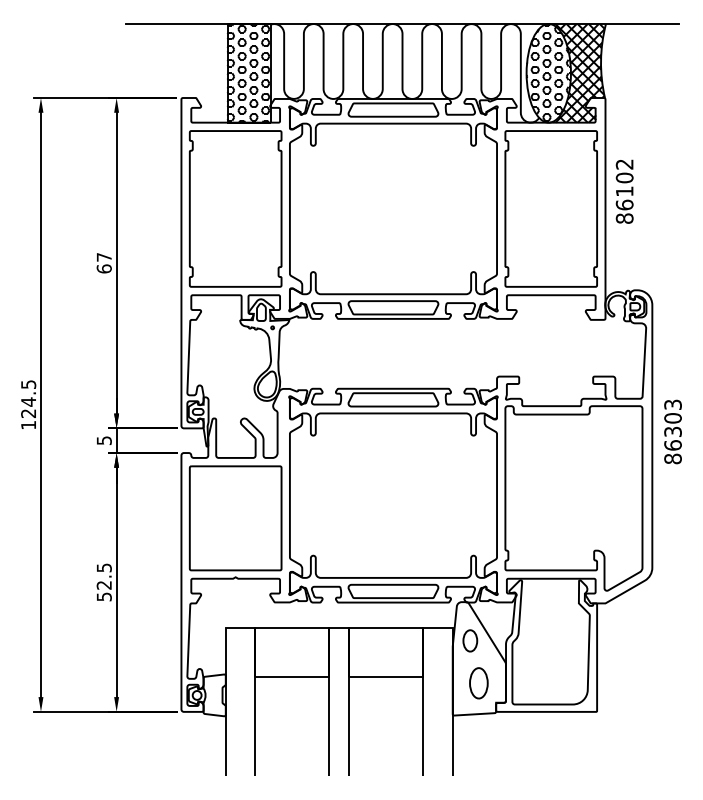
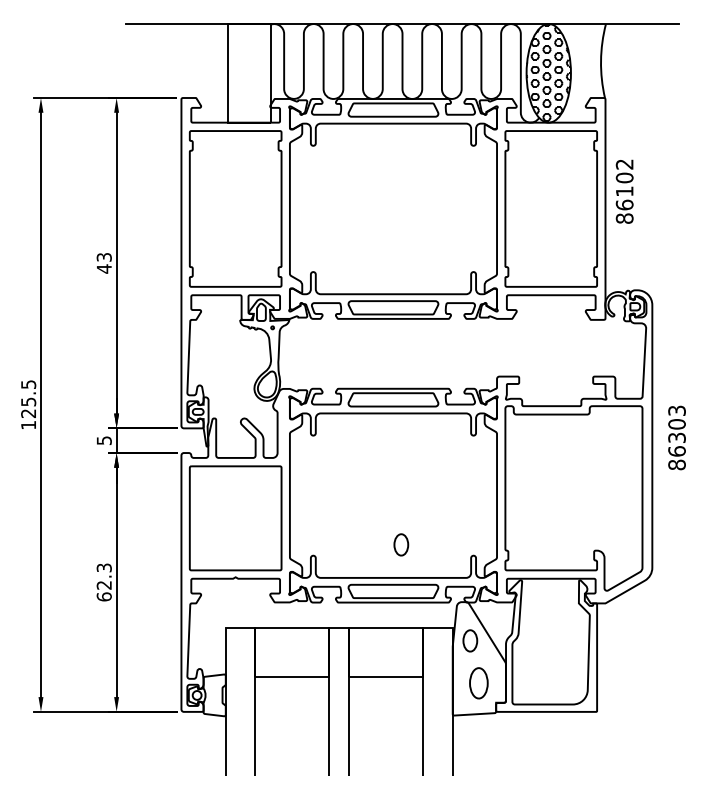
hatch at (248, 73): present -> none
hatch at (578, 73): present -> none
text at (103, 263): 67 -> 43
text at (28, 401): 124.5 -> 125.5
text at (672, 431) position: (672, 431) -> (676, 437)
part at (401, 544): none -> present
text at (103, 582): 52.5 -> 62.3
